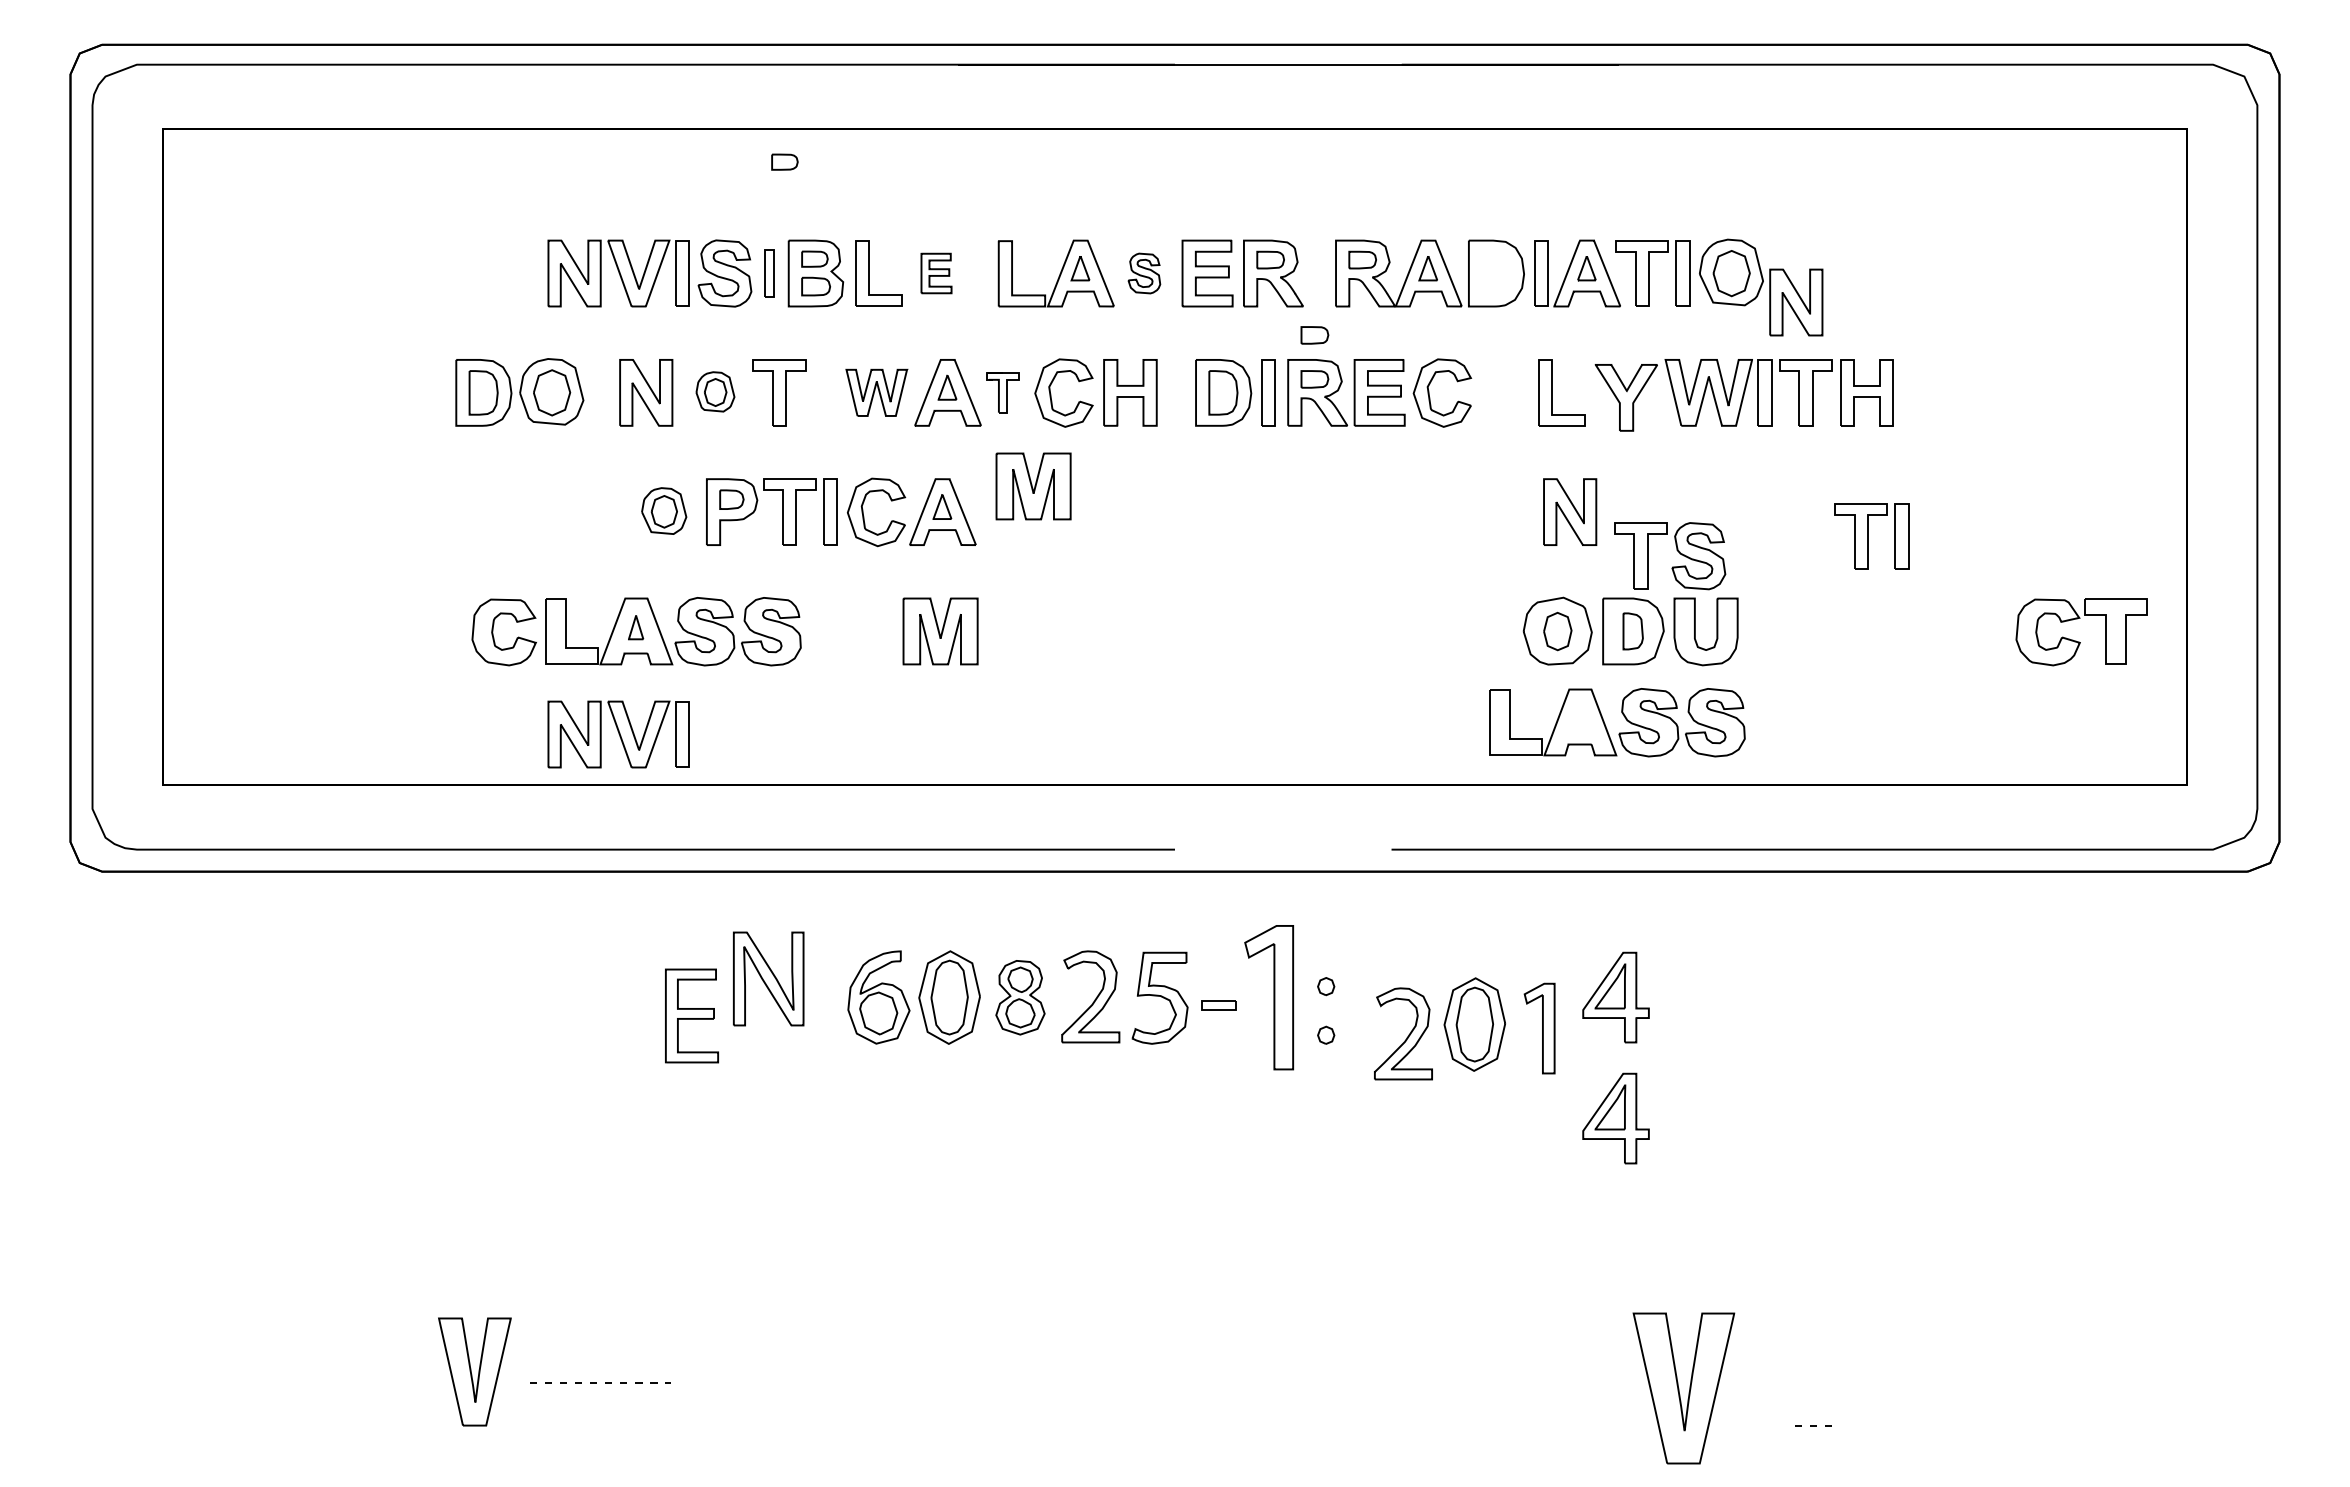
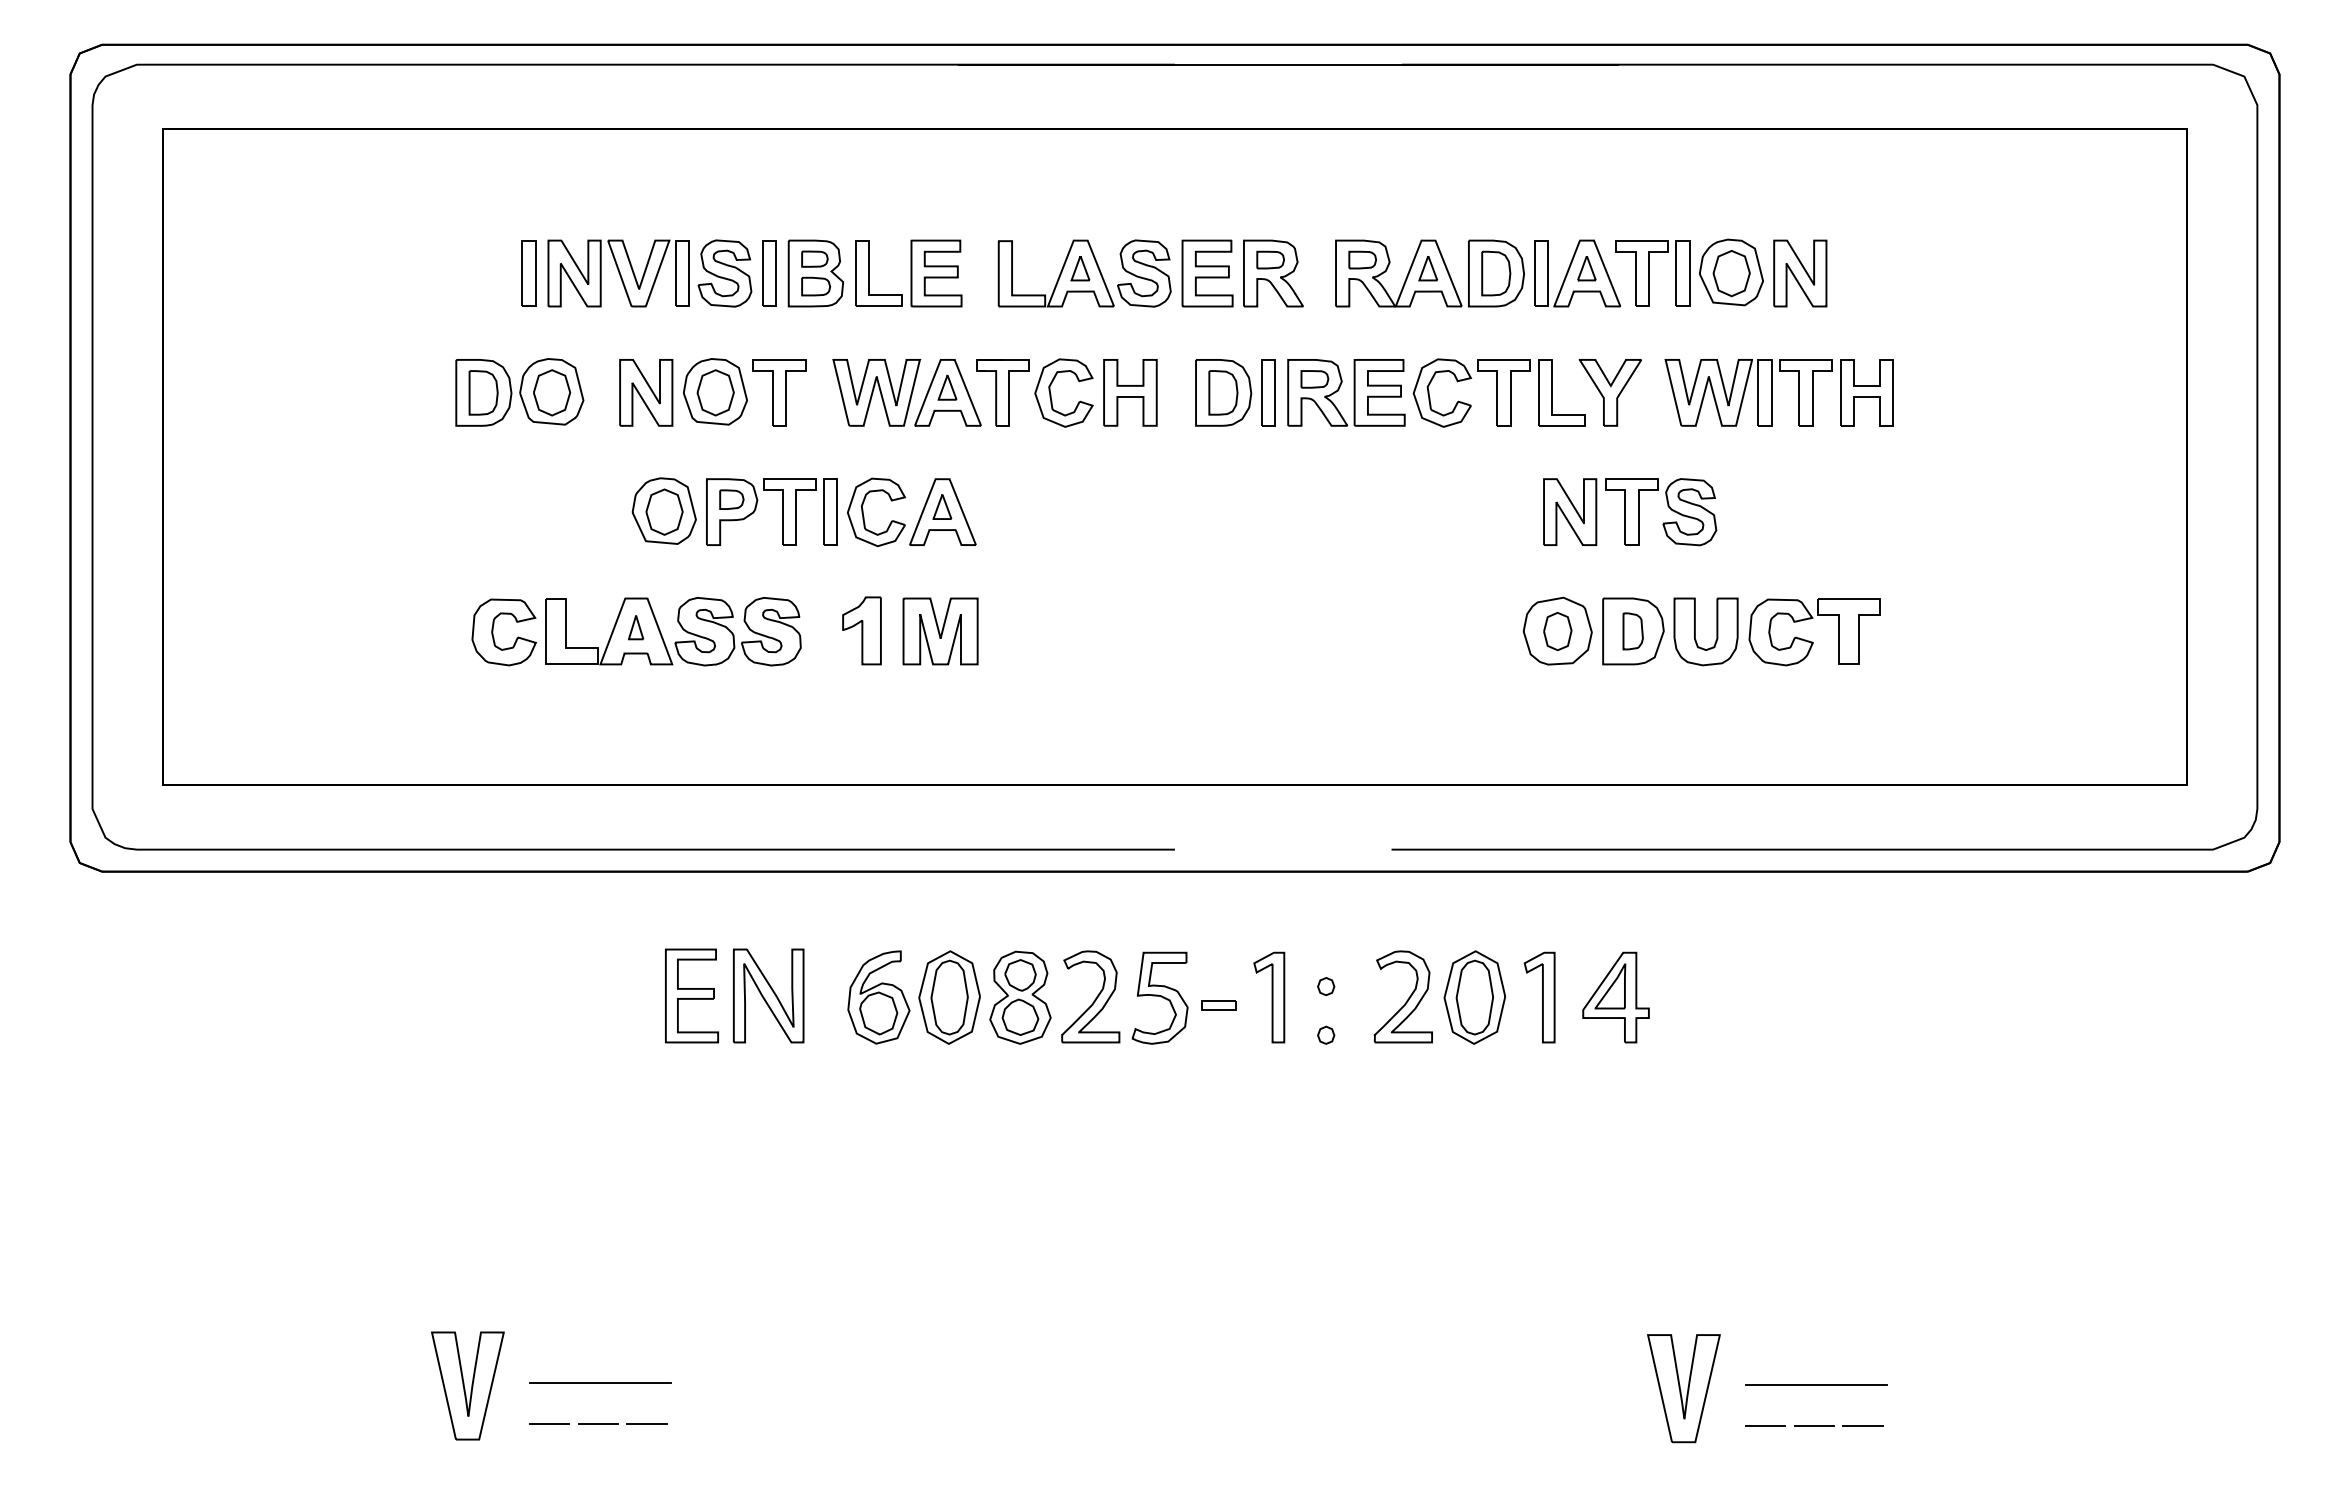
part at (784, 161): present -> none
part at (528, 273): none -> present
part at (769, 273) size: 11x49 px -> 15x67 px
part at (936, 273) size: 33x43 px -> 53x69 px
part at (1144, 273) size: 35x43 px -> 55x69 px
part at (1496, 273): none -> present
part at (1796, 302) position: (1796, 302) -> (1800, 273)
part at (1314, 335): present -> none
part at (715, 391) size: 41x42 px -> 65x68 px
part at (876, 392) size: 64x49 px -> 90x68 px
part at (1002, 392) size: 34x42 px -> 54x68 px
part at (1503, 392): none -> present
part at (1625, 397) position: (1625, 397) -> (1609, 392)
part at (1033, 486): present -> none
part at (664, 510) size: 47x48 px -> 66x68 px
part at (1871, 536): present -> none
part at (1676, 550) position: (1676, 550) -> (1667, 506)
part at (861, 630): none -> present
part at (2079, 641) position: (2079, 641) -> (1812, 641)
part at (1623, 716): present -> none
part at (618, 734): present -> none
part at (768, 978) position: (768, 978) -> (768, 995)
part at (1020, 997) size: 51x76 px -> 63x95 px
part at (1268, 997) size: 50x146 px -> 33x93 px
part at (691, 1015) position: (691, 1015) -> (691, 995)
part at (1474, 1024) position: (1474, 1024) -> (1474, 997)
part at (1539, 1028) position: (1539, 1028) -> (1539, 997)
part at (1403, 1033) position: (1403, 1033) -> (1403, 996)
part at (1615, 1118): present -> none
part at (474, 1371) position: (474, 1371) -> (467, 1385)
line at (600, 1382): dashed -> solid
line at (1815, 1385): none -> present
part at (1683, 1388) size: 104x153 px -> 74x110 px
line at (549, 1423): none -> present
line at (598, 1423): none -> present
line at (646, 1423): none -> present
line at (1765, 1426): none -> present
line at (1814, 1426): dashed -> solid
line at (1862, 1426): none -> present
